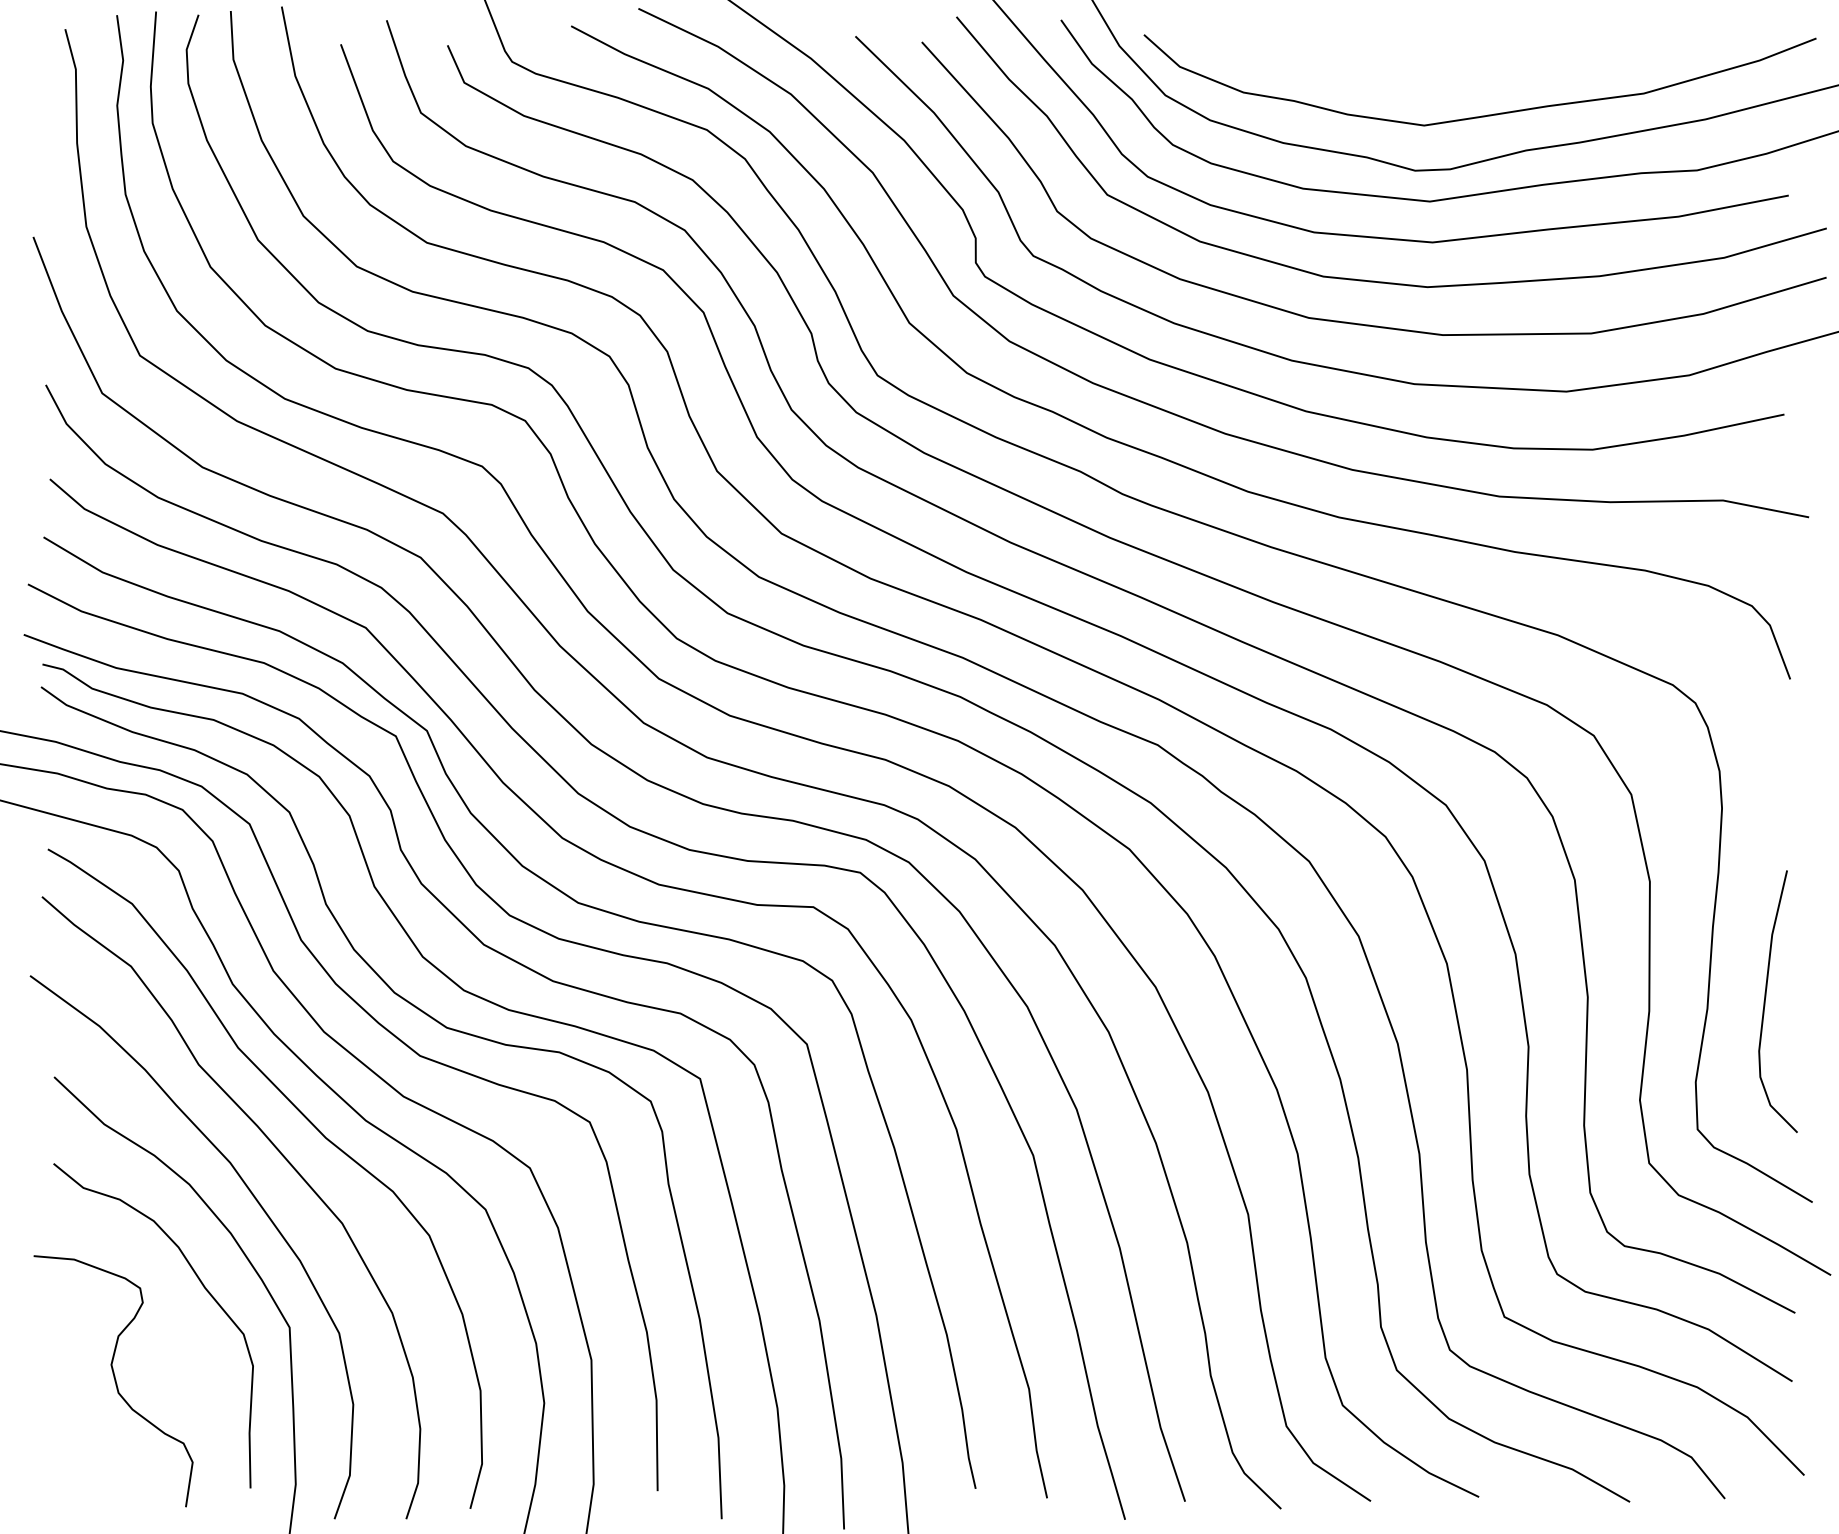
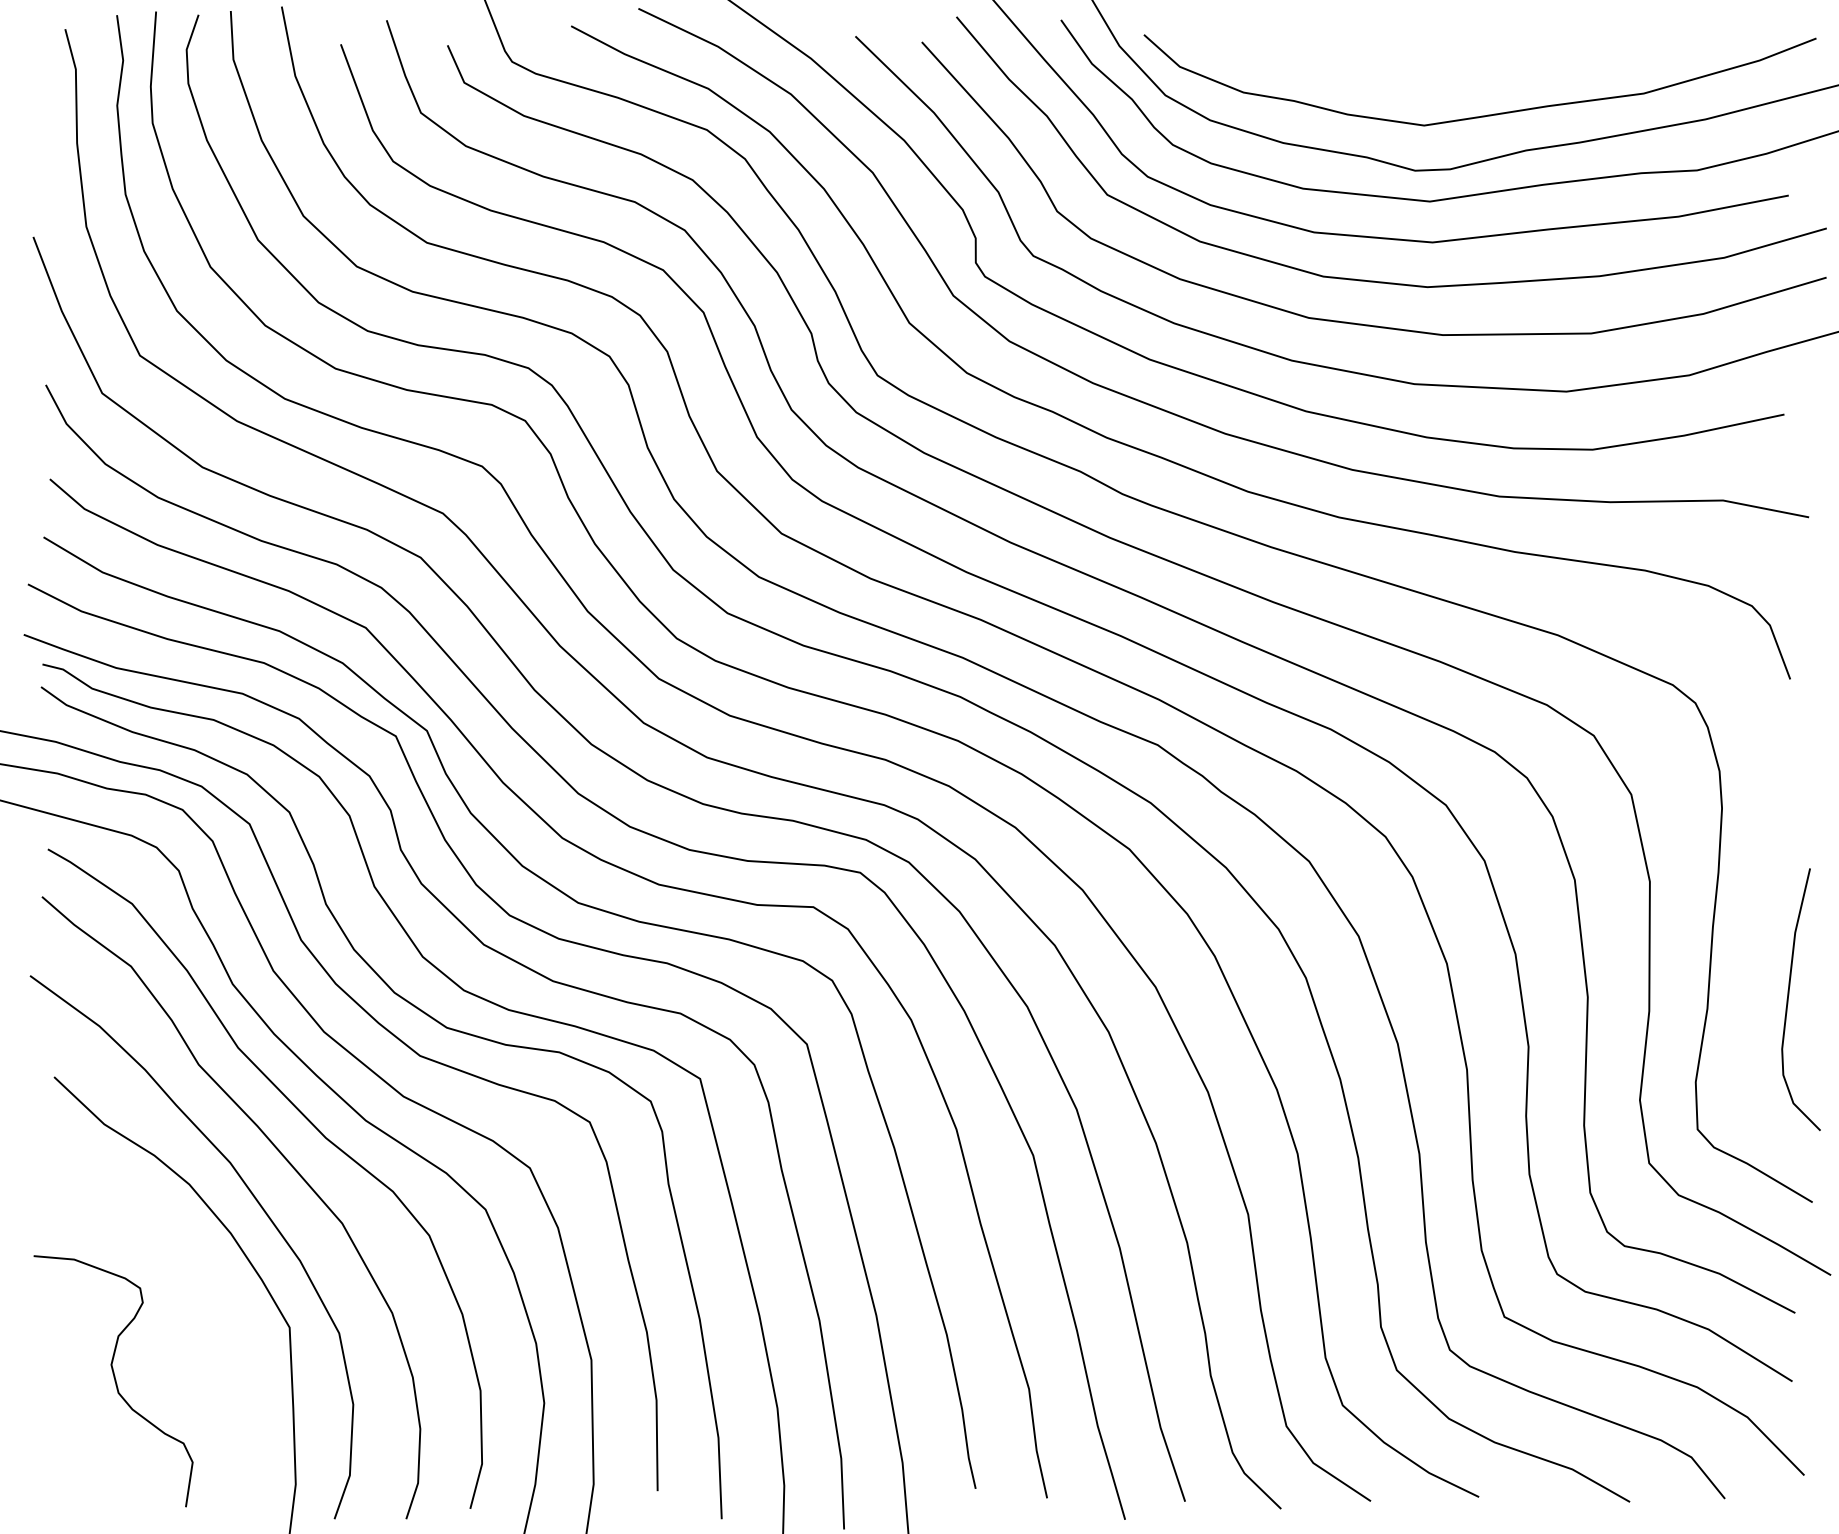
curve at (1766, 997) position: (1766, 997) -> (1789, 995)
curve at (203, 1287): present -> none
